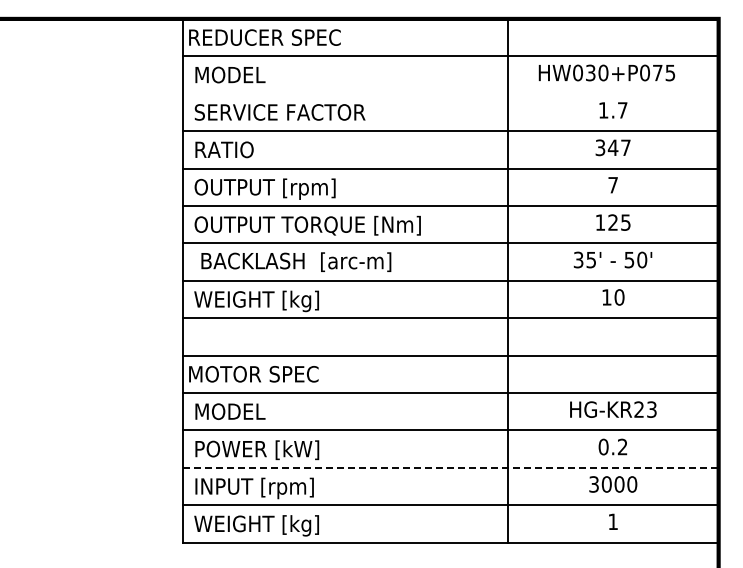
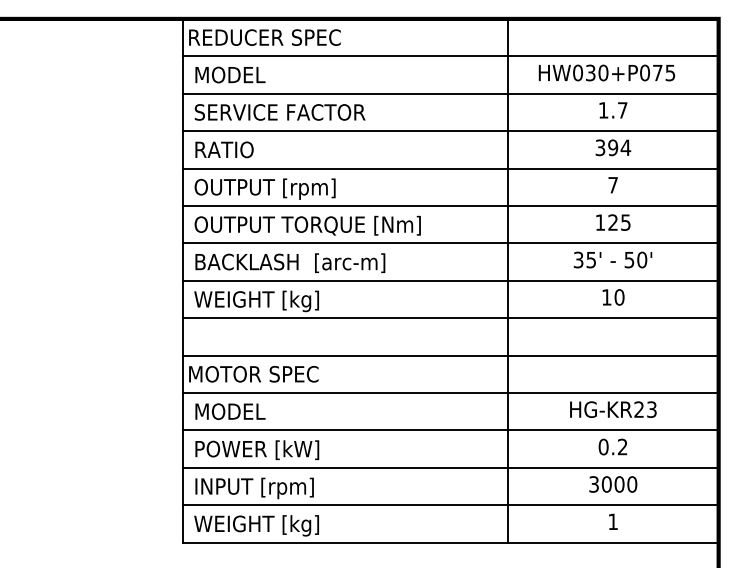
line at (450, 93): none -> present
text at (619, 147): 347 -> 394
text at (296, 261) position: (296, 261) -> (290, 262)
line at (450, 467): dashed -> solid
